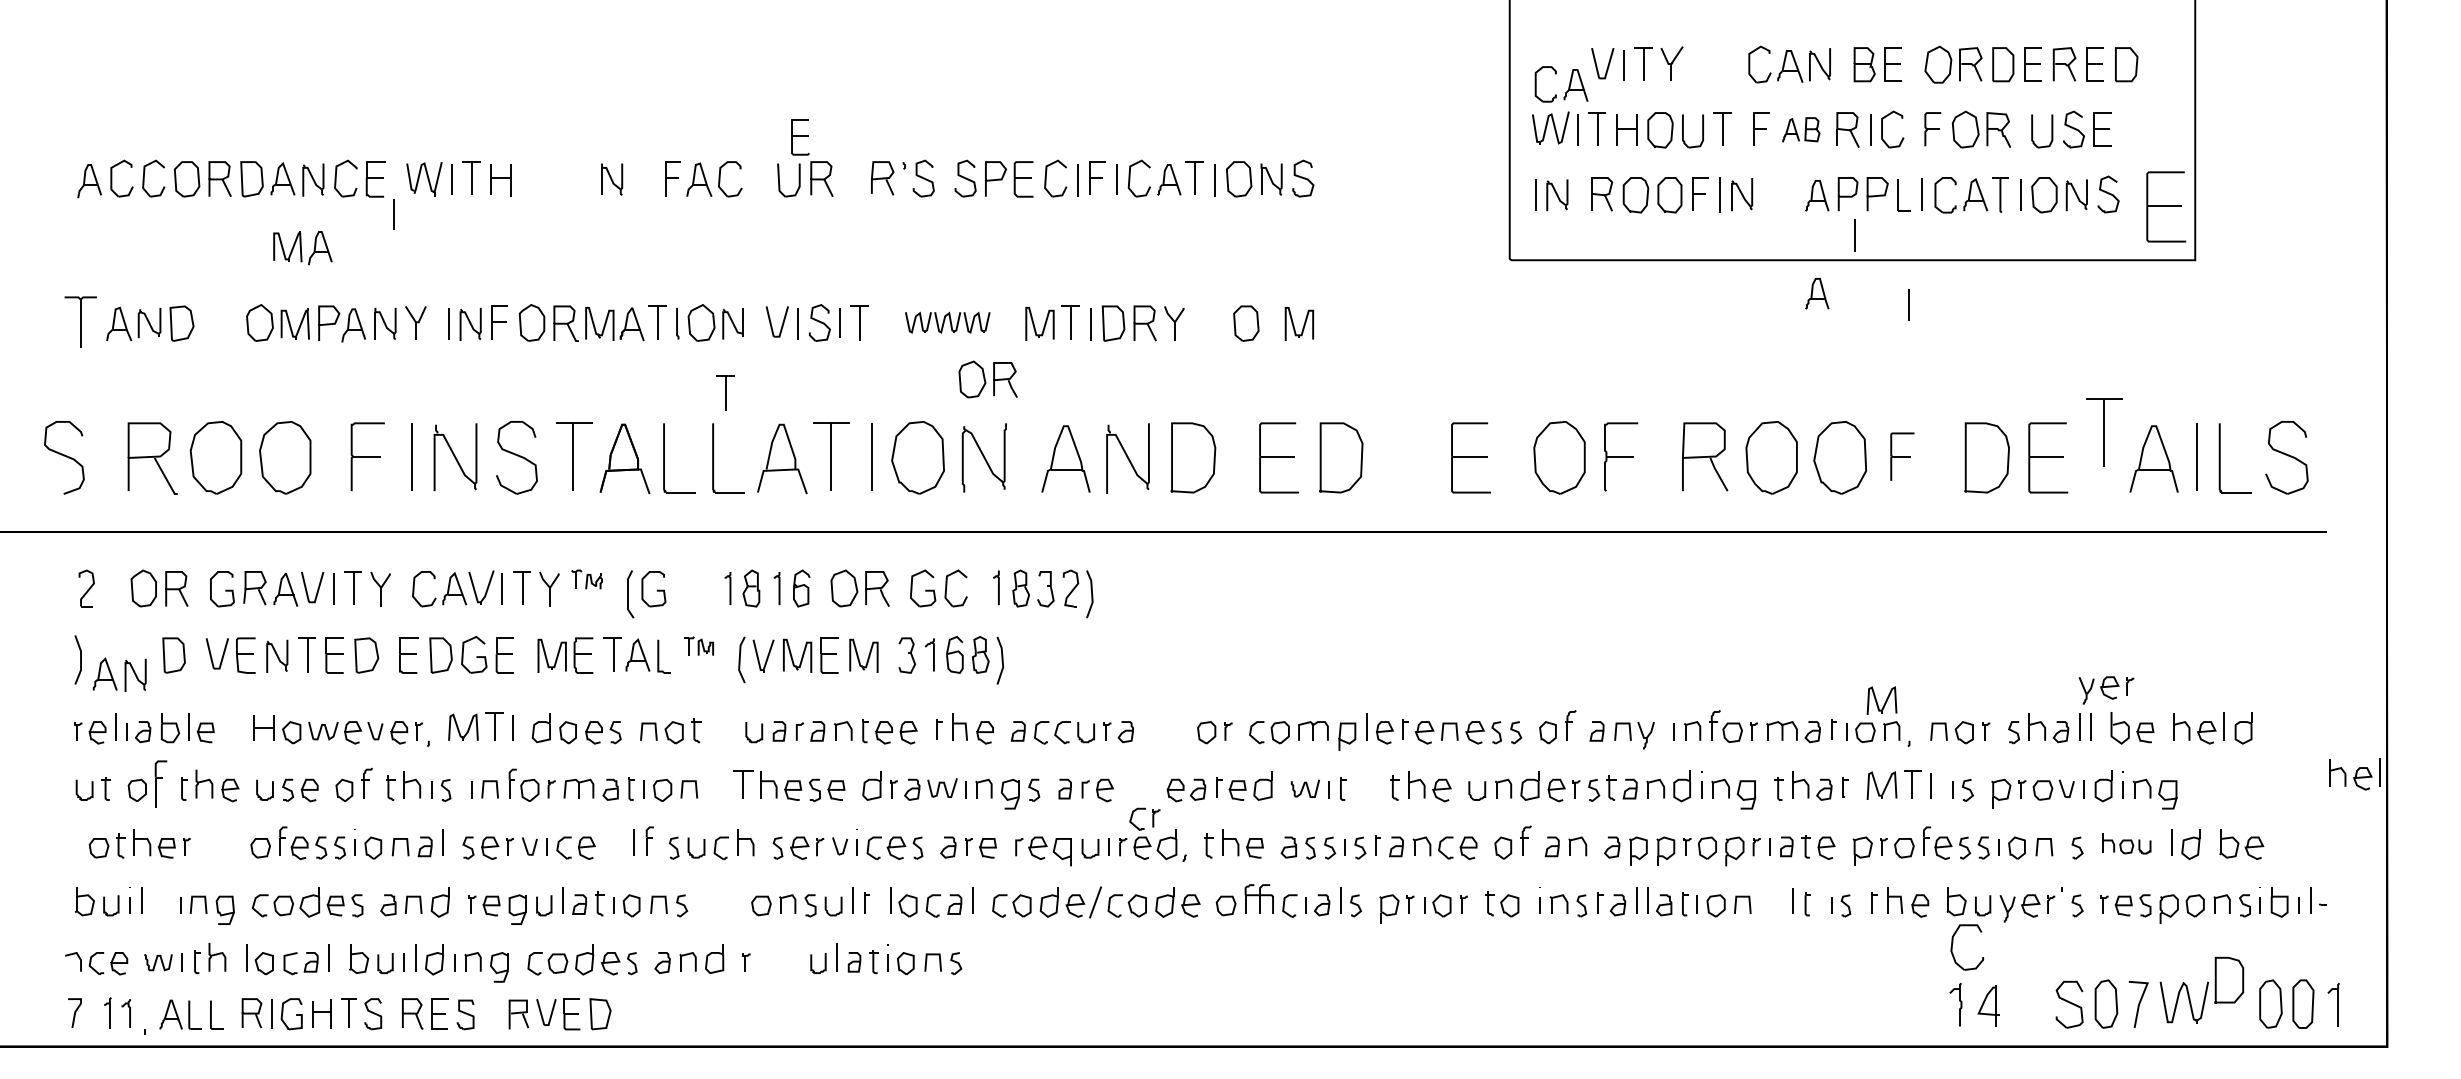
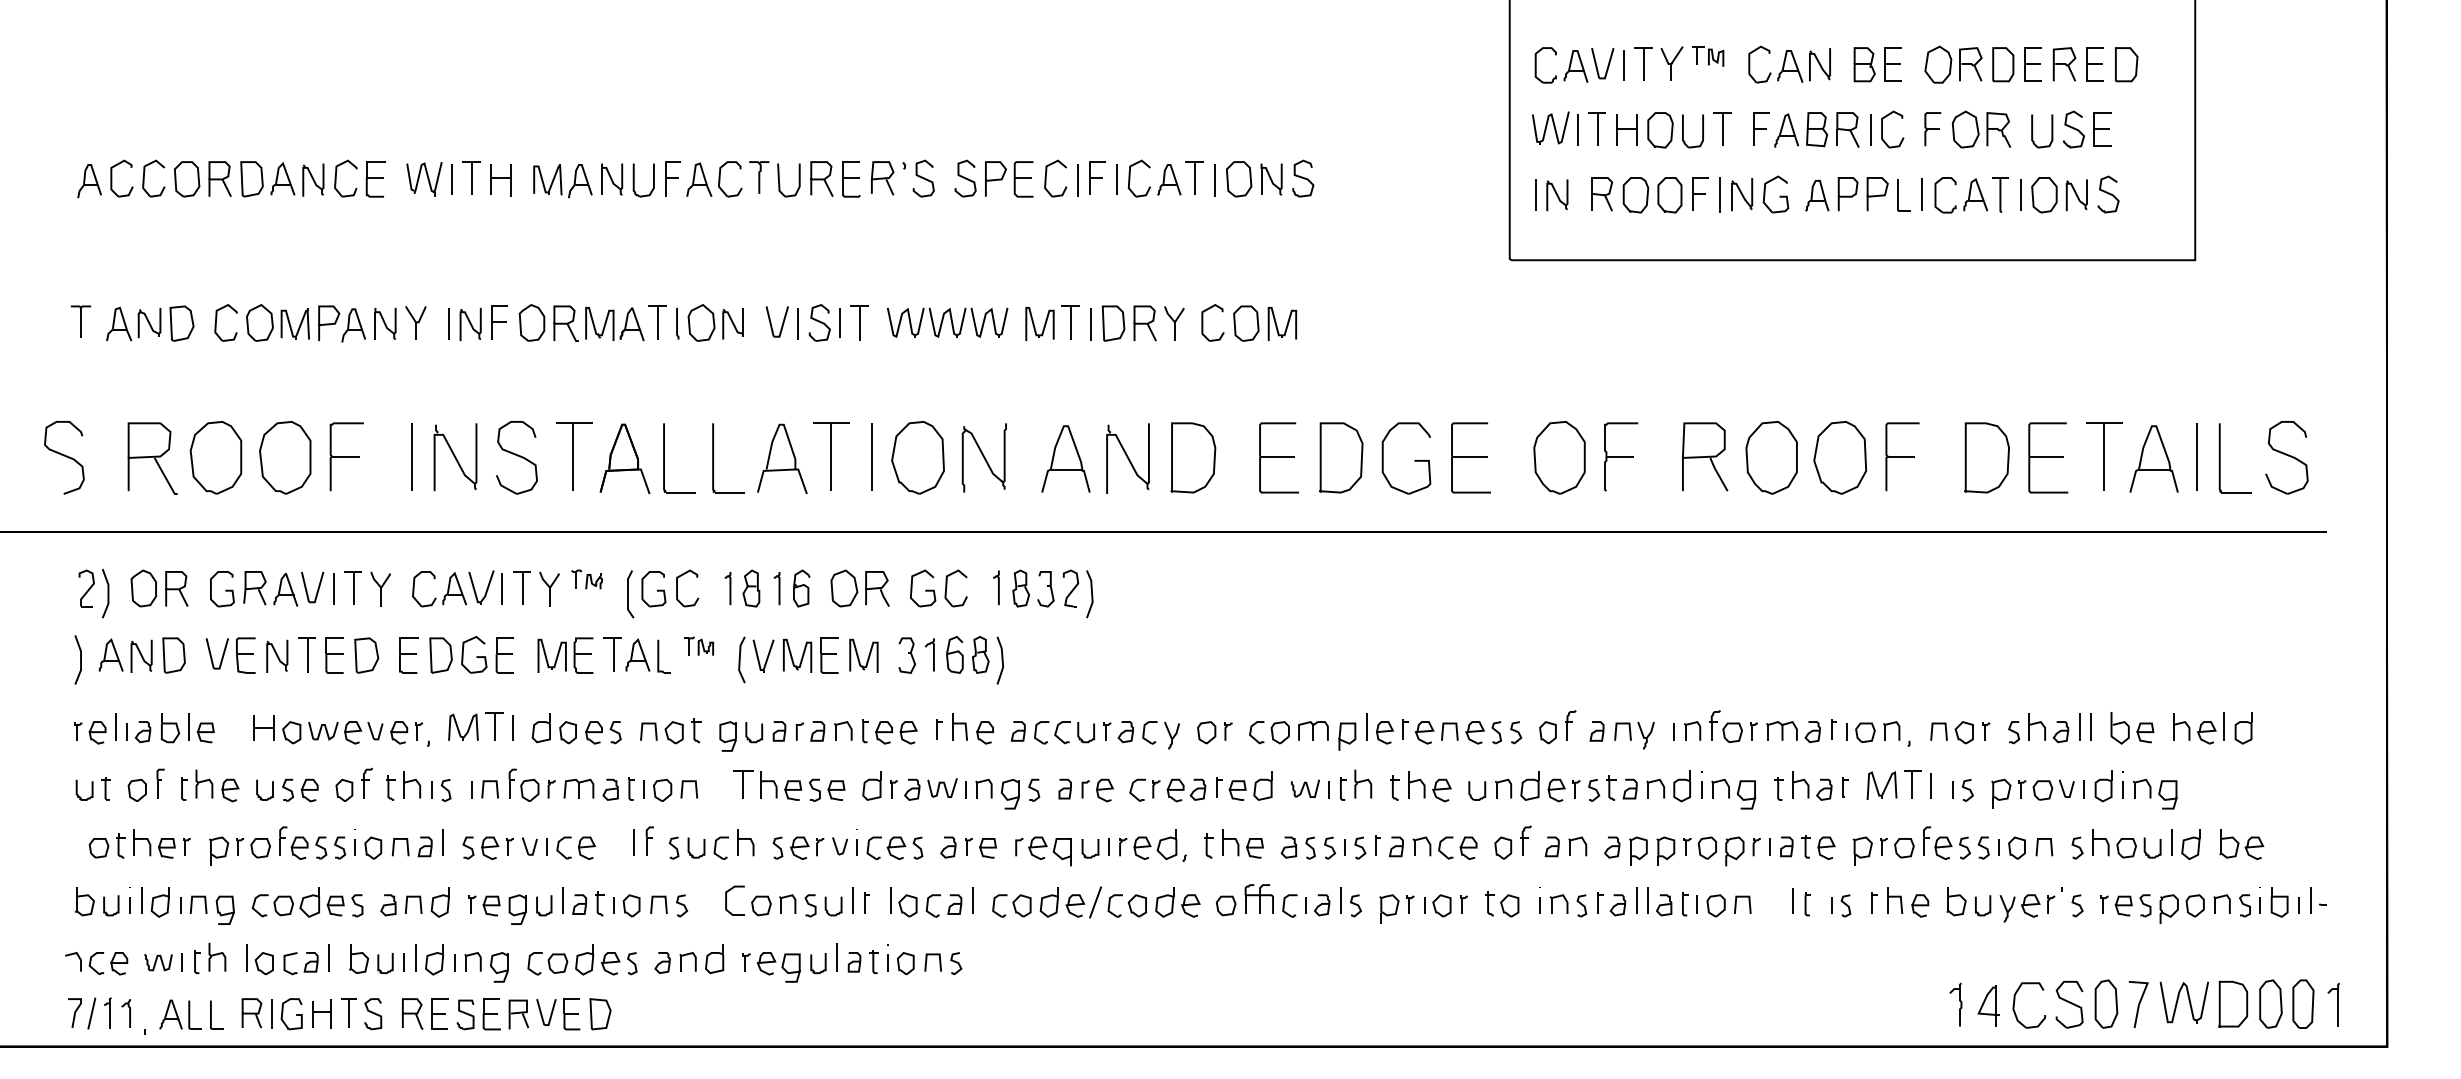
part at (1708, 56): none -> present
part at (1568, 86) position: (1568, 86) -> (1568, 67)
part at (1801, 129) size: 39x26 px -> 55x36 px
part at (800, 137) position: (800, 137) -> (851, 179)
part at (759, 177): none -> present
part at (634, 180): none -> present
part at (1775, 194): none -> present
part at (2166, 206): present -> none
line at (393, 214): present -> none
line at (1854, 235): present -> none
part at (302, 248) position: (302, 248) -> (562, 181)
part at (1817, 293): present -> none
line at (1908, 304): present -> none
part at (217, 318): none -> present
part at (80, 321) size: 33x52 px -> 21x33 px
part at (947, 322) size: 86x23 px -> 122x31 px
part at (1203, 322): none -> present
part at (1299, 323) position: (1299, 323) -> (1282, 323)
part at (987, 379): present -> none
part at (725, 392): present -> none
part at (2104, 432) position: (2104, 432) -> (2104, 456)
part at (367, 456) position: (367, 456) -> (346, 456)
part at (1902, 456) size: 25x49 px -> 35x70 px
part at (1414, 460): none -> present
part at (677, 588): none -> present
line at (107, 593): none -> present
part at (119, 674) position: (119, 674) -> (125, 655)
part at (2106, 690): present -> none
part at (1881, 700): present -> none
part at (727, 736): none -> present
part at (1156, 741): none -> present
part at (2354, 774): present -> none
part at (160, 783) size: 14x48 px -> 9x31 px
part at (1363, 783): none -> present
part at (1152, 818) position: (1152, 818) -> (1152, 789)
part at (2126, 843) size: 50x22 px -> 70x30 px
part at (226, 850): none -> present
part at (726, 900): none -> present
part at (159, 902): none -> present
part at (1953, 943) position: (1953, 943) -> (2015, 1001)
part at (778, 967): none -> present
curve at (2216, 979) position: (2216, 979) -> (2220, 1003)
line at (91, 1013): none -> present
part at (491, 1014): none -> present
